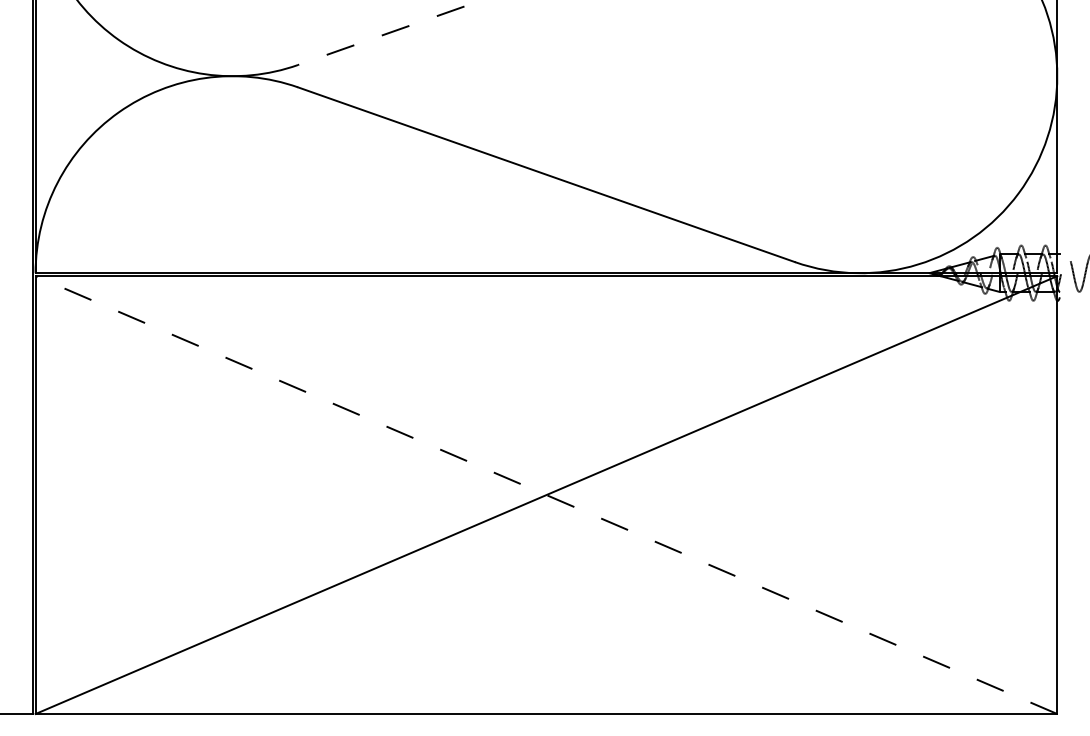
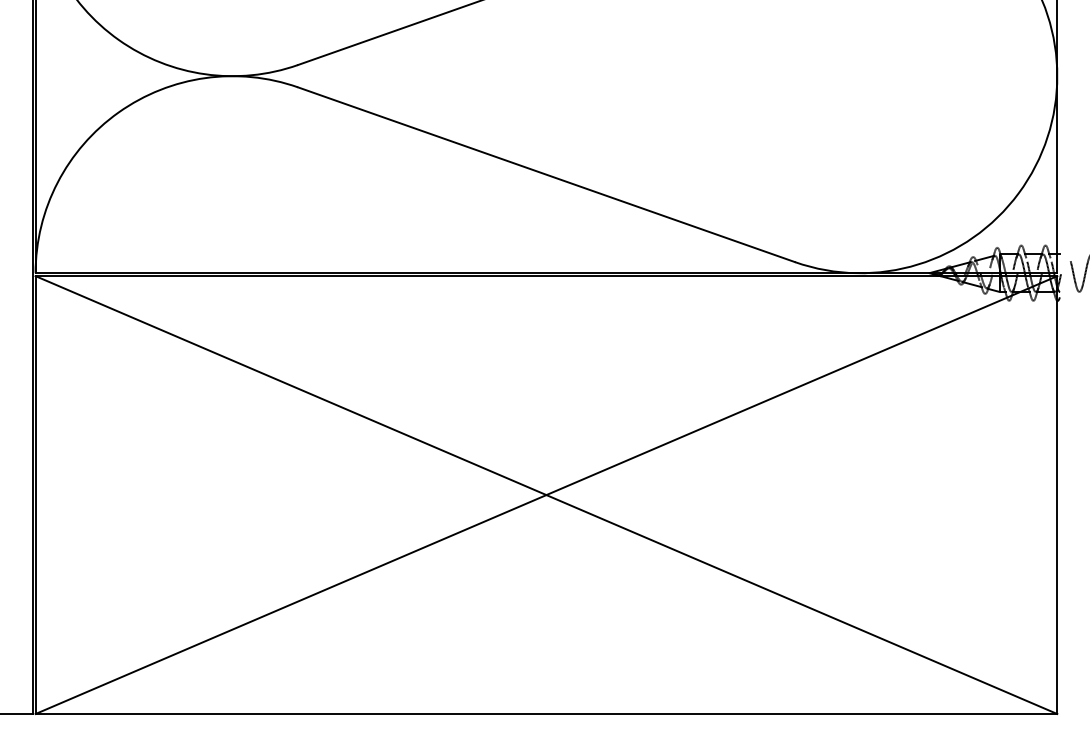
line at (390, 32): dashed -> solid
line at (546, 495): dashed -> solid
